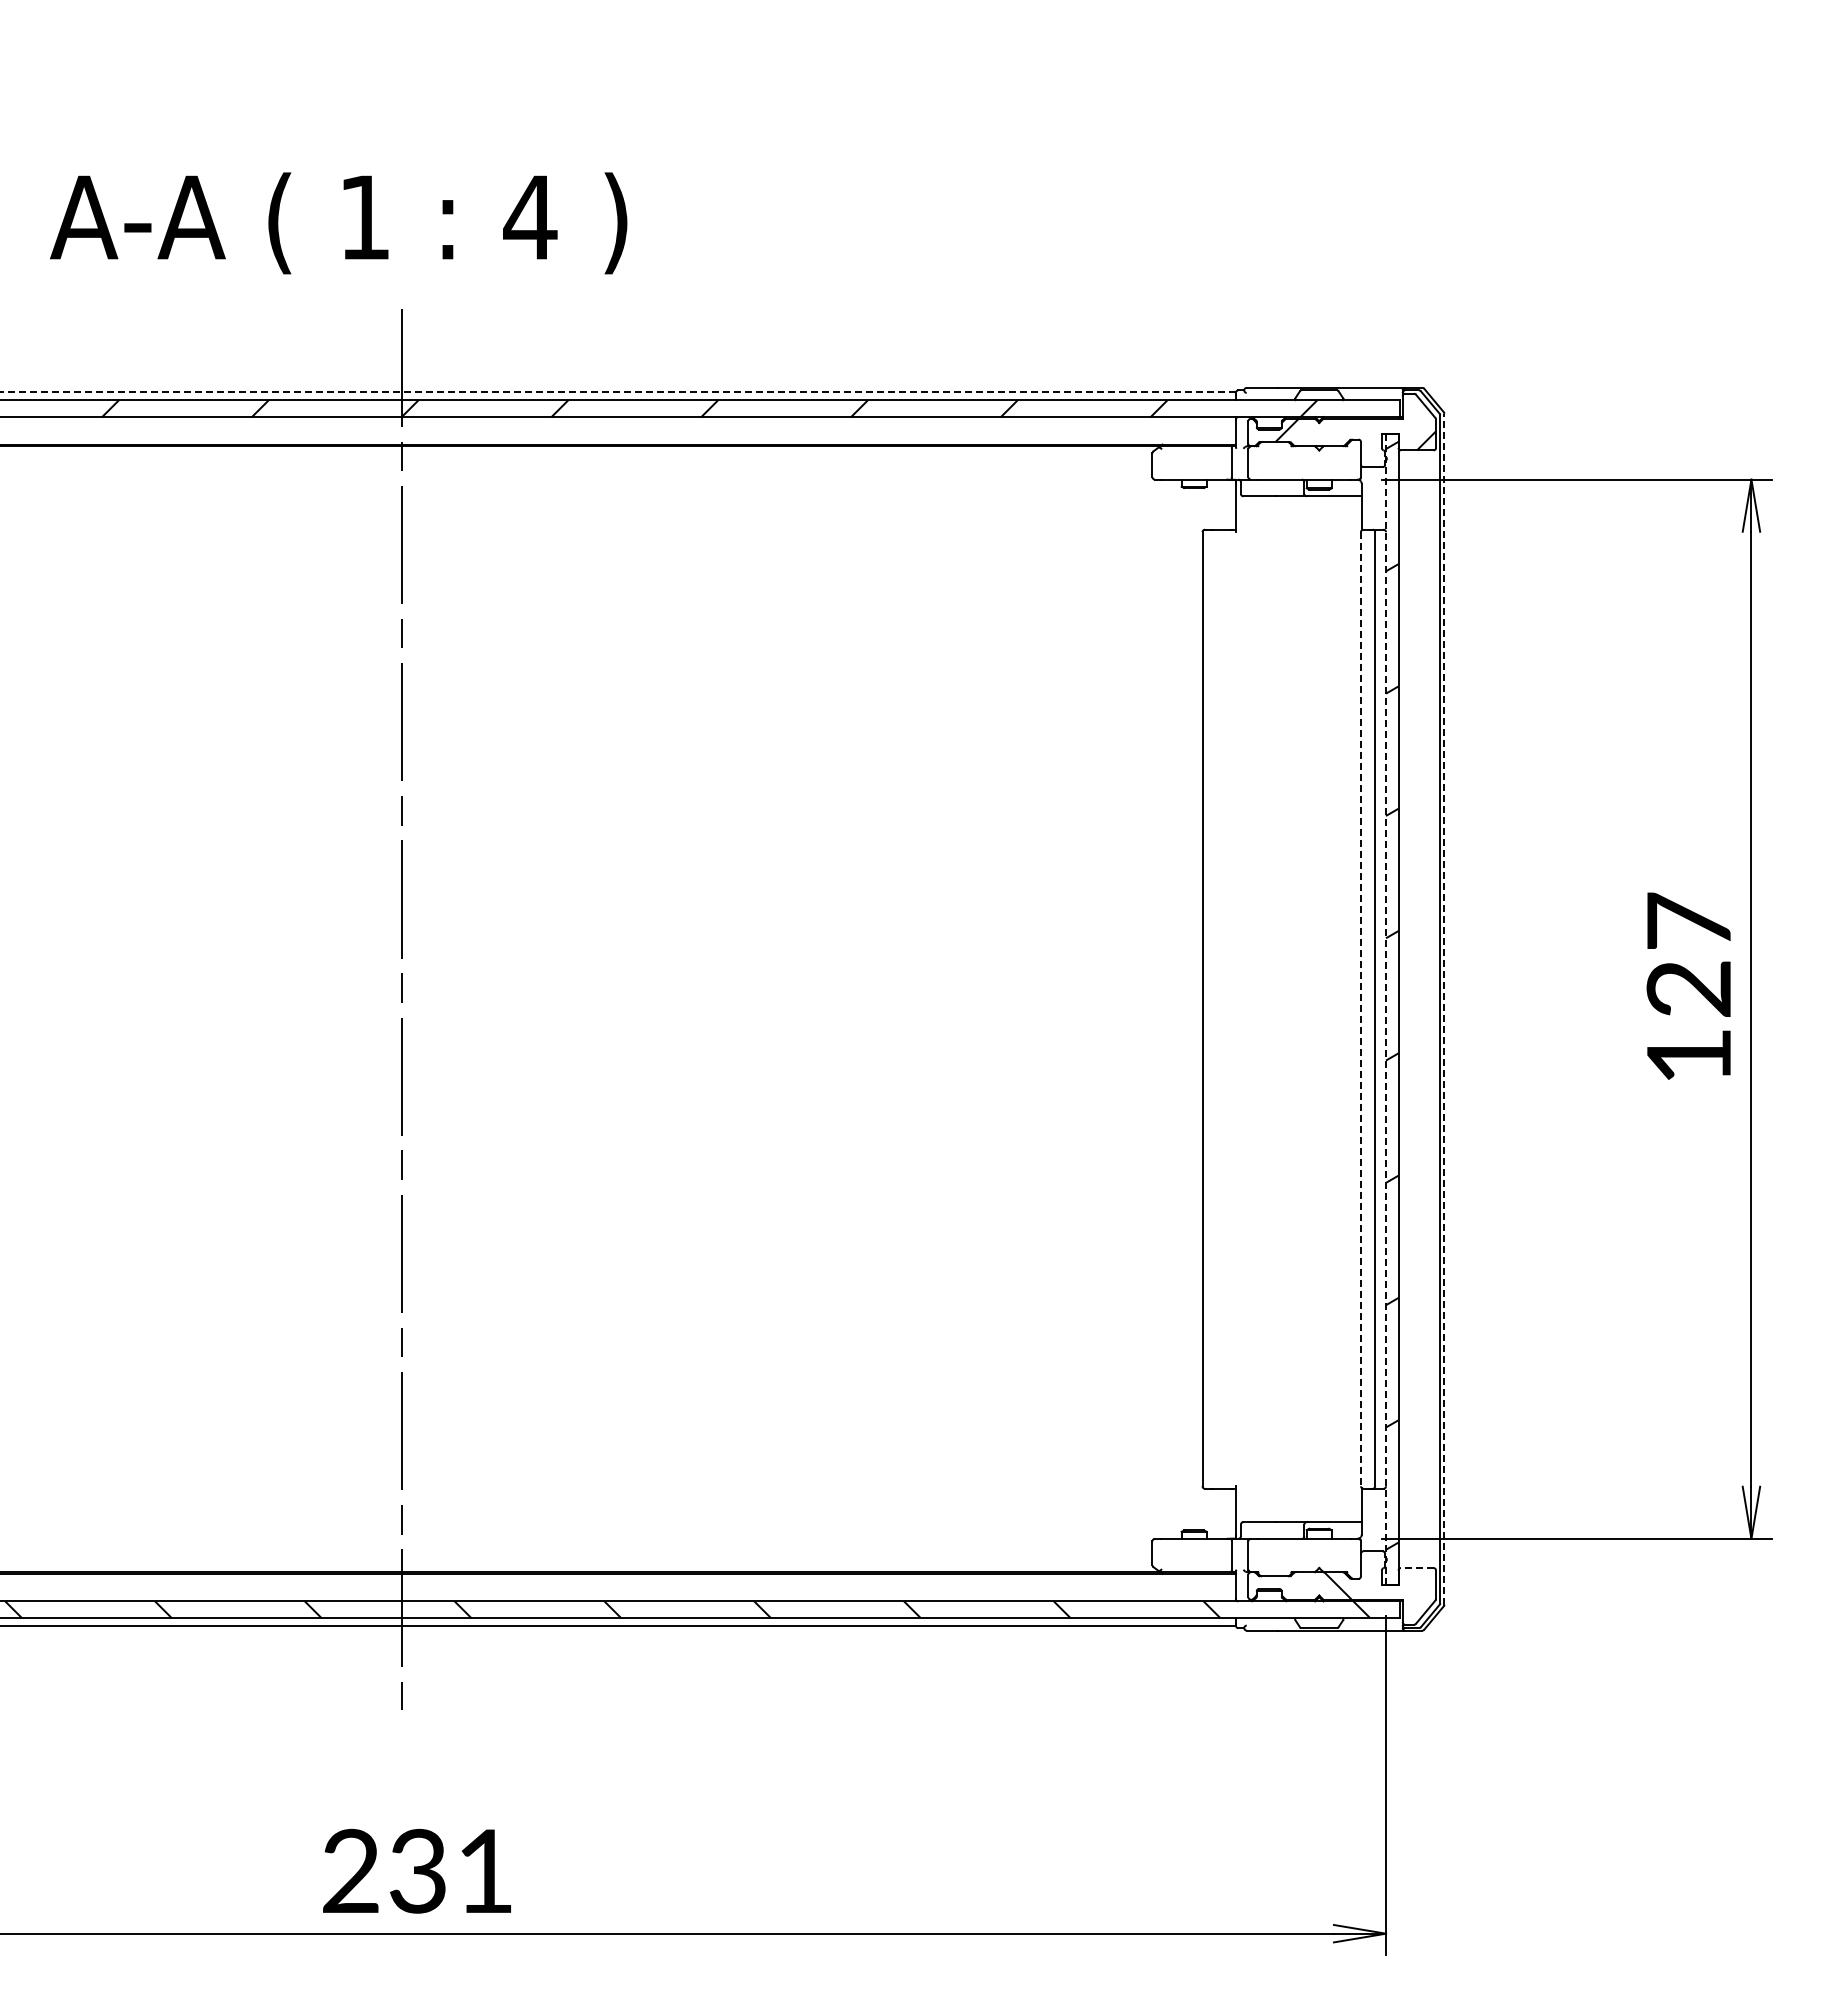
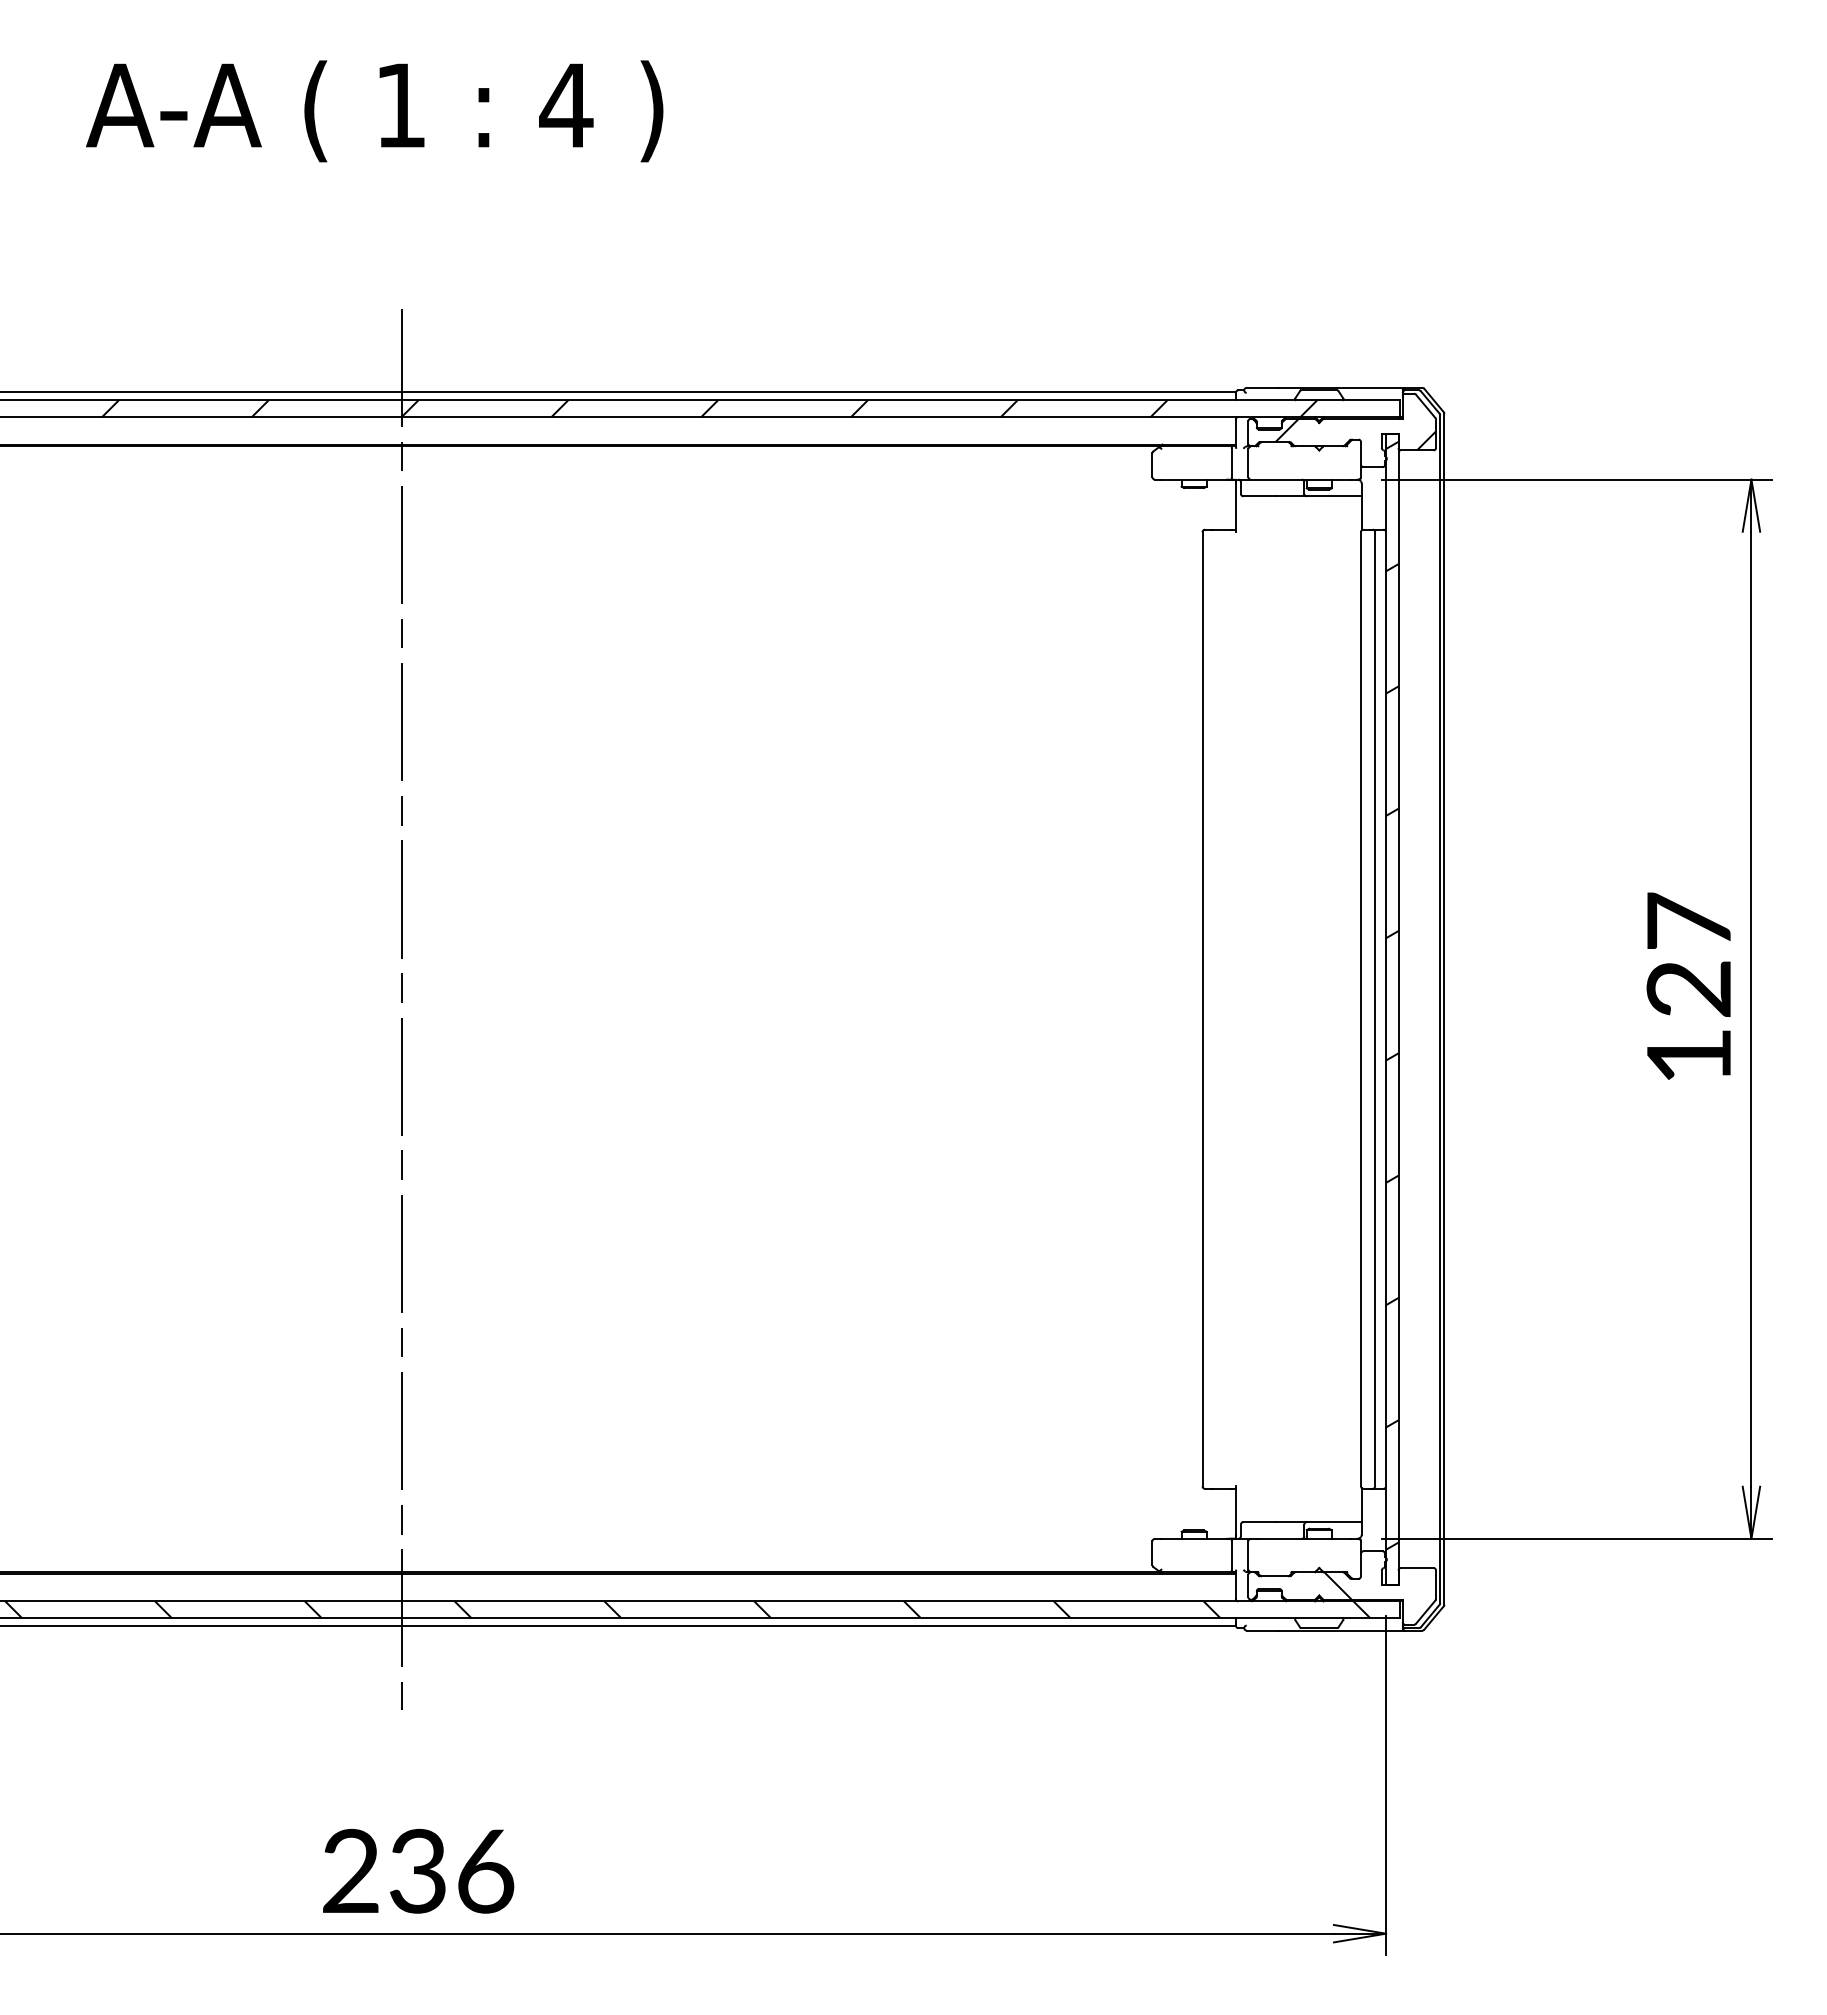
text at (338, 223) position: (338, 223) -> (374, 111)
line at (618, 392): dashed -> solid
line at (1444, 1008): dashed -> solid
line at (1360, 1009): dashed -> solid
line at (1386, 1009): dashed -> solid
line at (1416, 1568): dashed -> solid
text at (486, 1871): 231 -> 236
